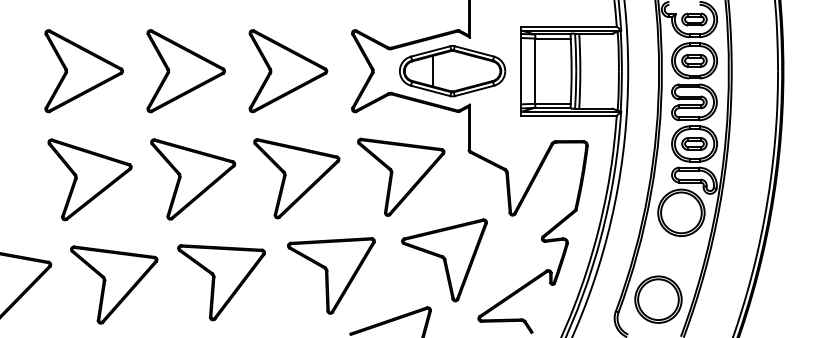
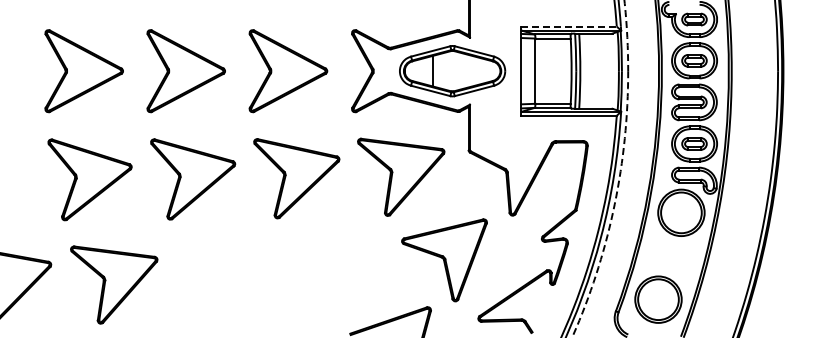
line at (569, 26): solid -> dashed
circle at (599, 168): solid -> dashed
part at (331, 275): present -> none
part at (221, 282): present -> none
